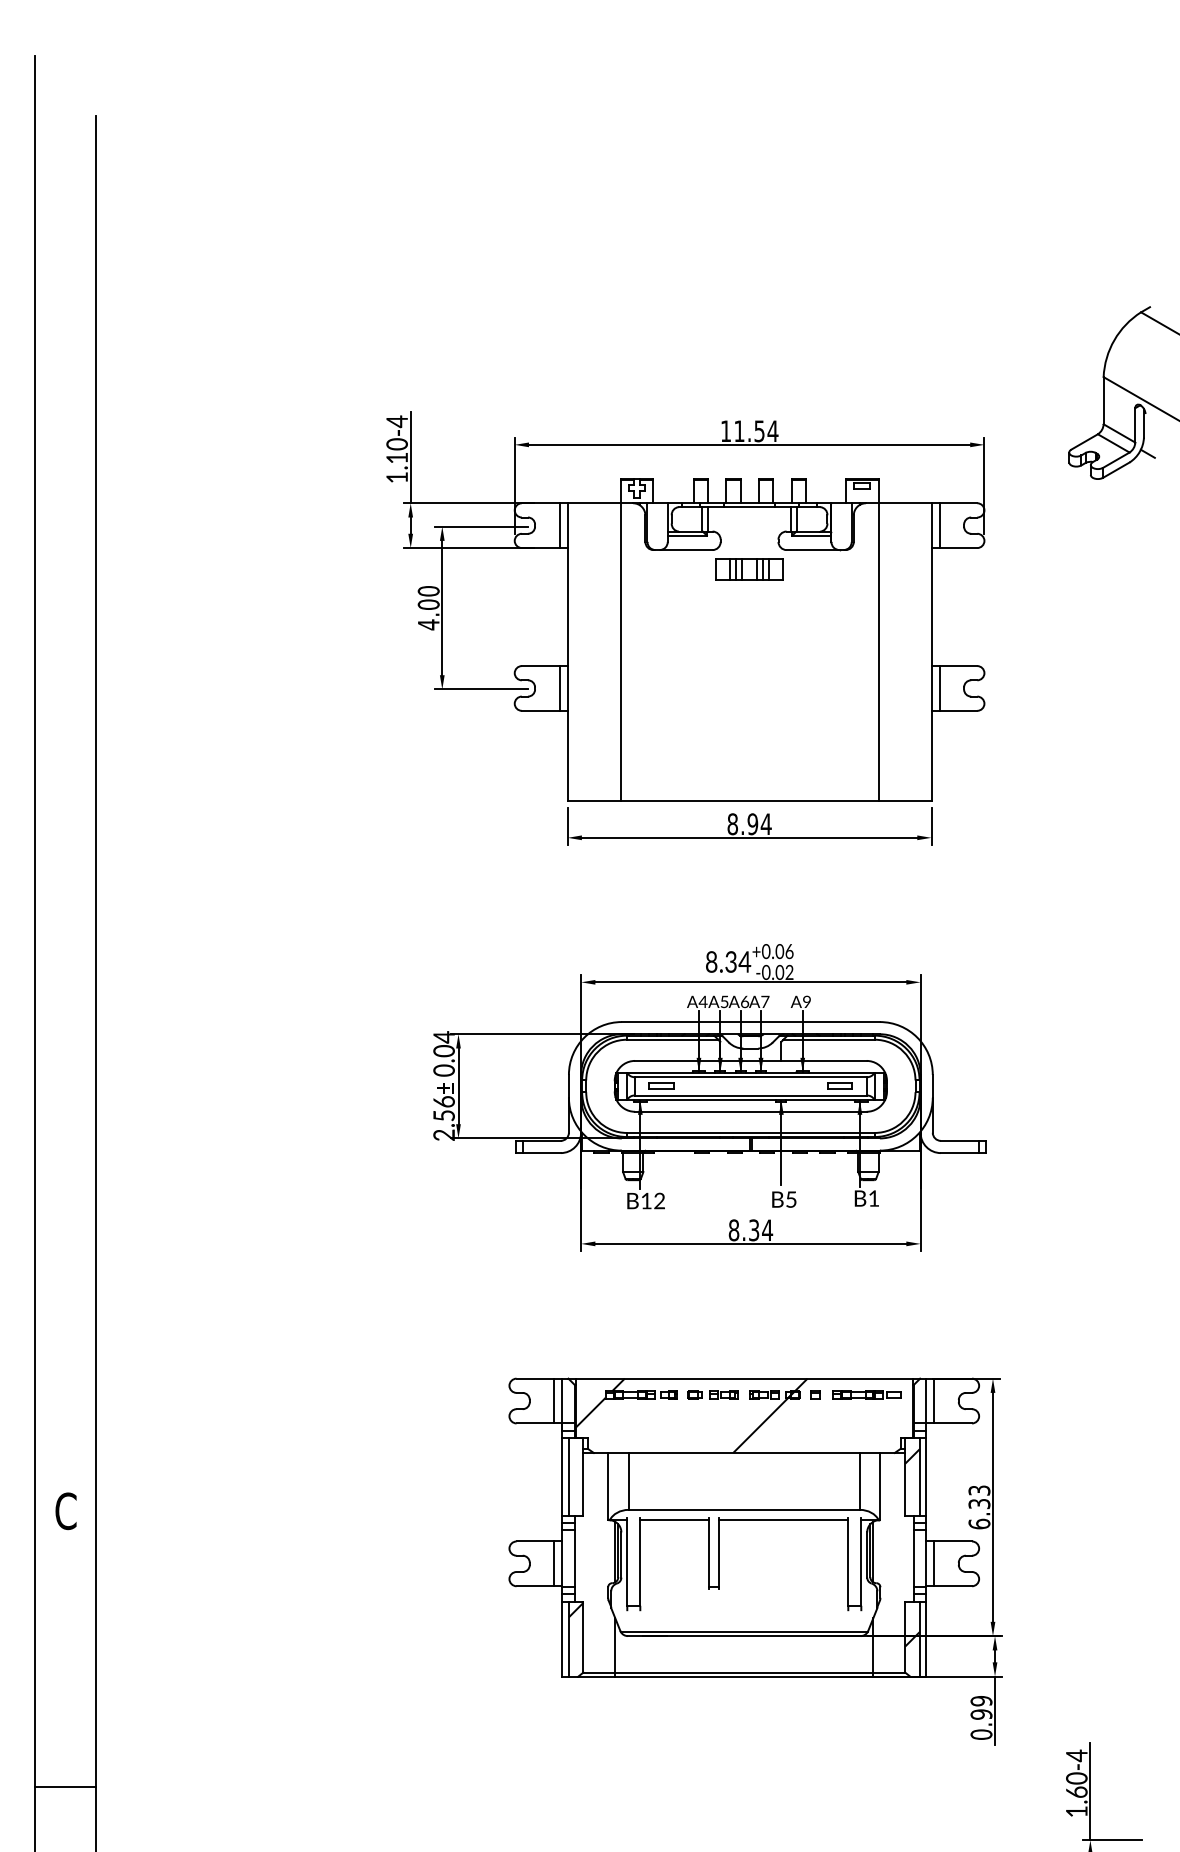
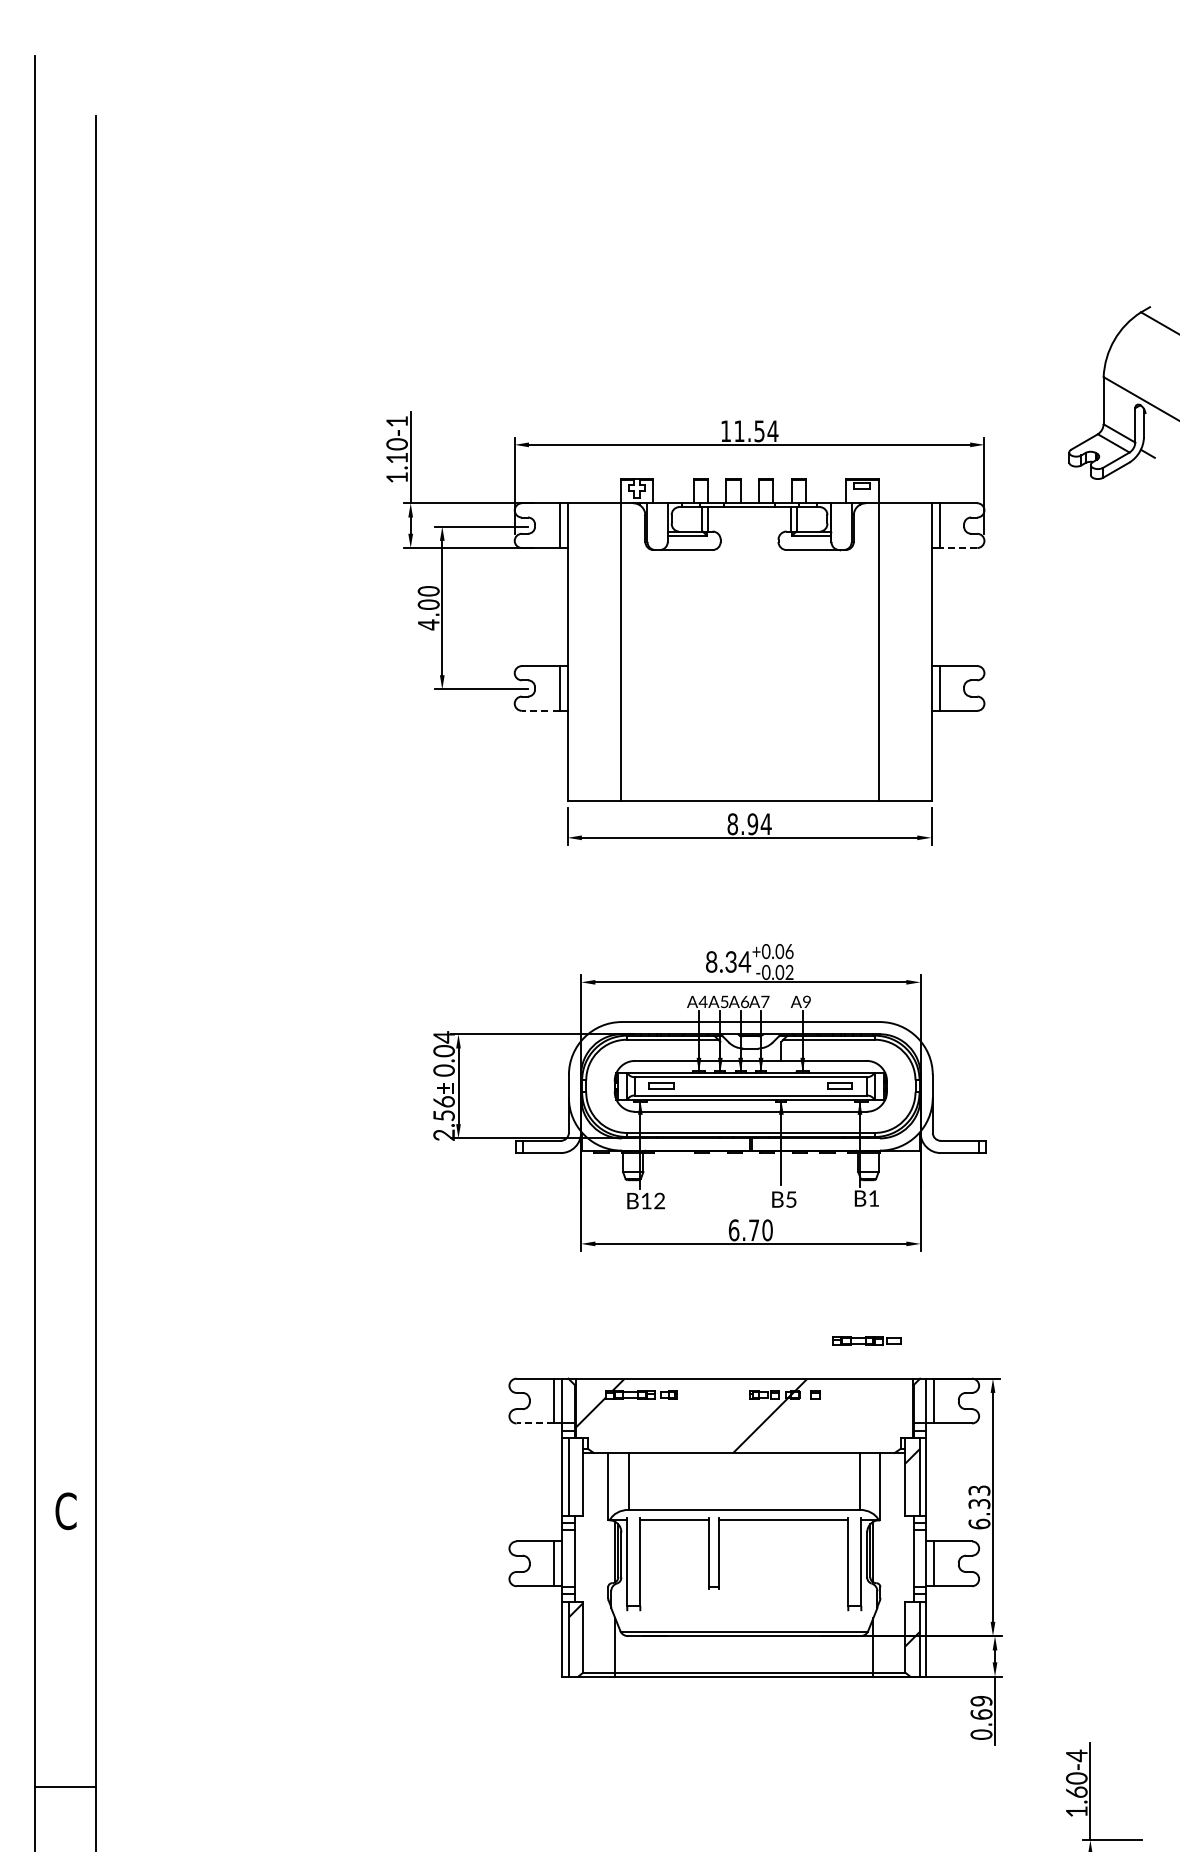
text at (396, 421): 1.10-4 -> 1.10-1
line at (958, 548): solid -> dashed
part at (749, 569): present -> none
line at (540, 710): solid -> dashed
text at (750, 1230): 8.34 -> 6.70
part at (712, 1394): present -> none
part at (866, 1394) position: (866, 1394) -> (866, 1340)
line at (535, 1423): solid -> dashed
text at (981, 1714): 0.99 -> 0.69
